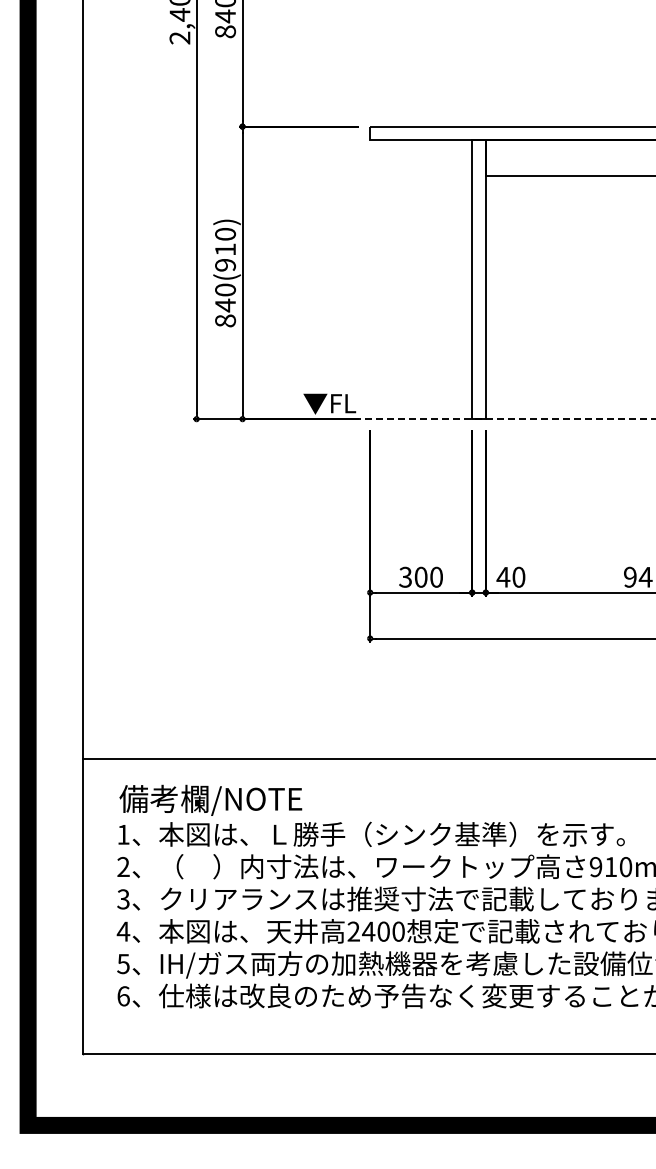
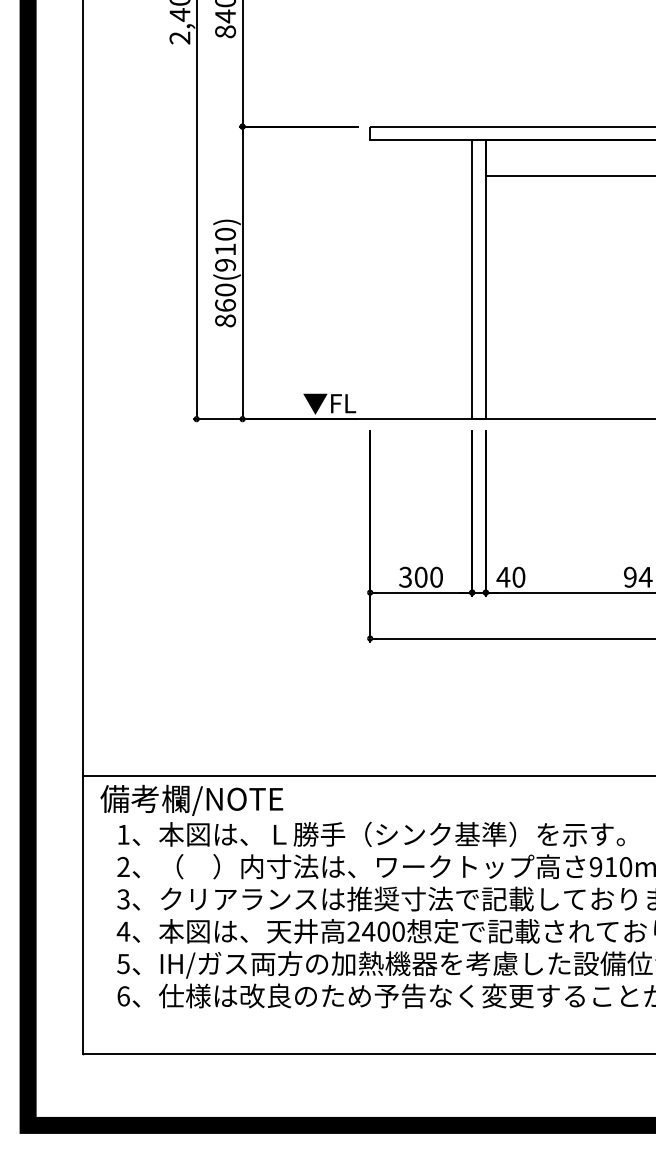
text at (225, 305): 840(910) -> 860(910)
line at (482, 419): dashed -> solid
line at (367, 758) position: (367, 758) -> (367, 775)
text at (210, 799) position: (210, 799) -> (191, 799)
